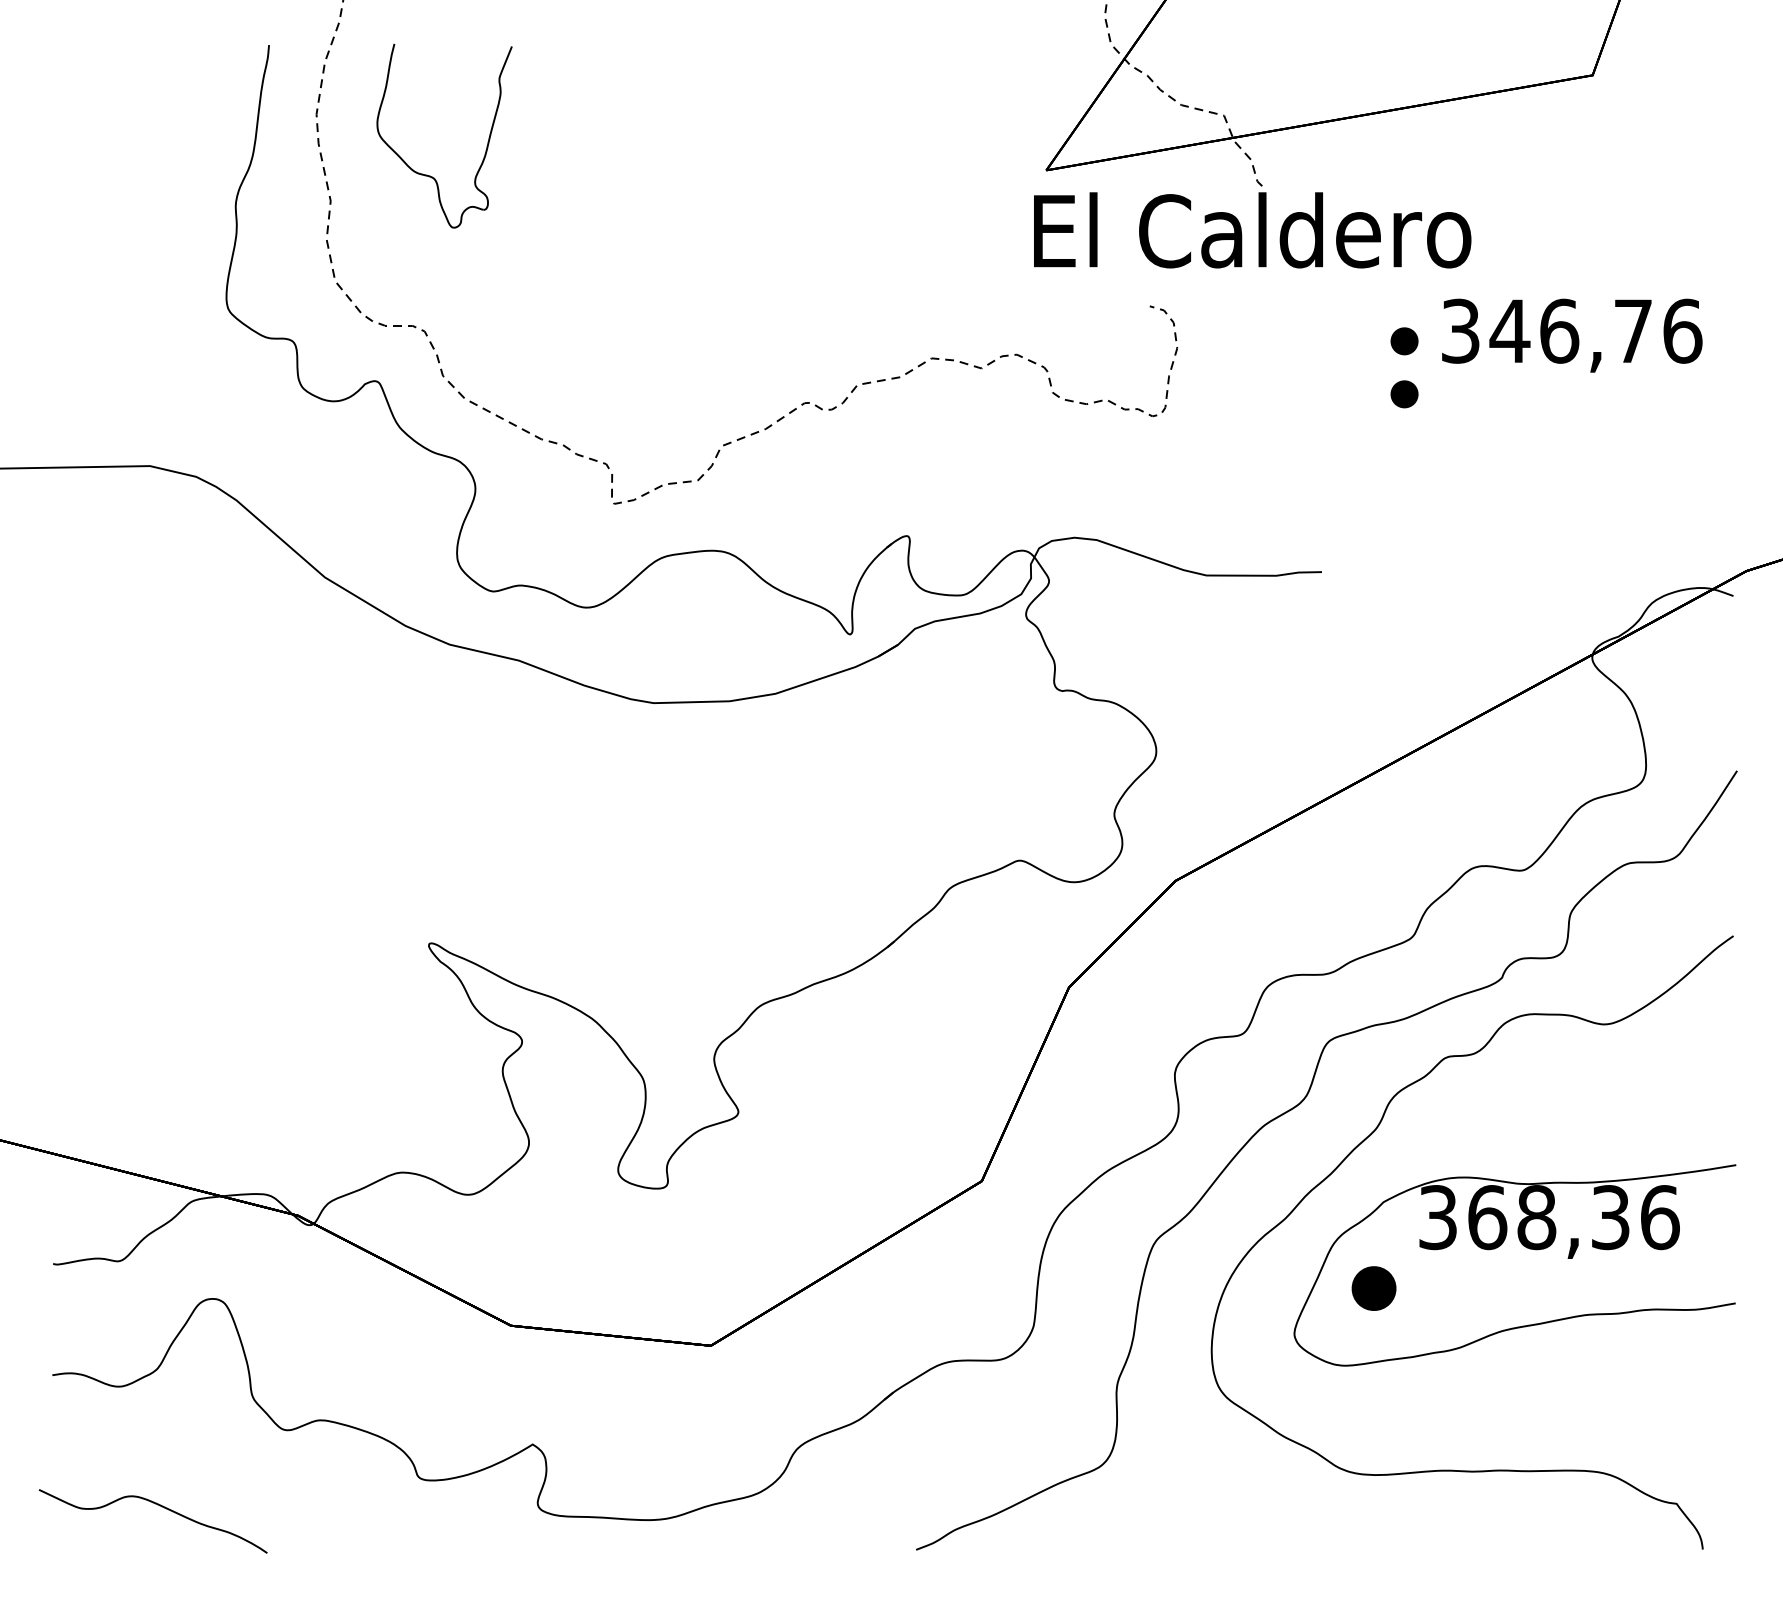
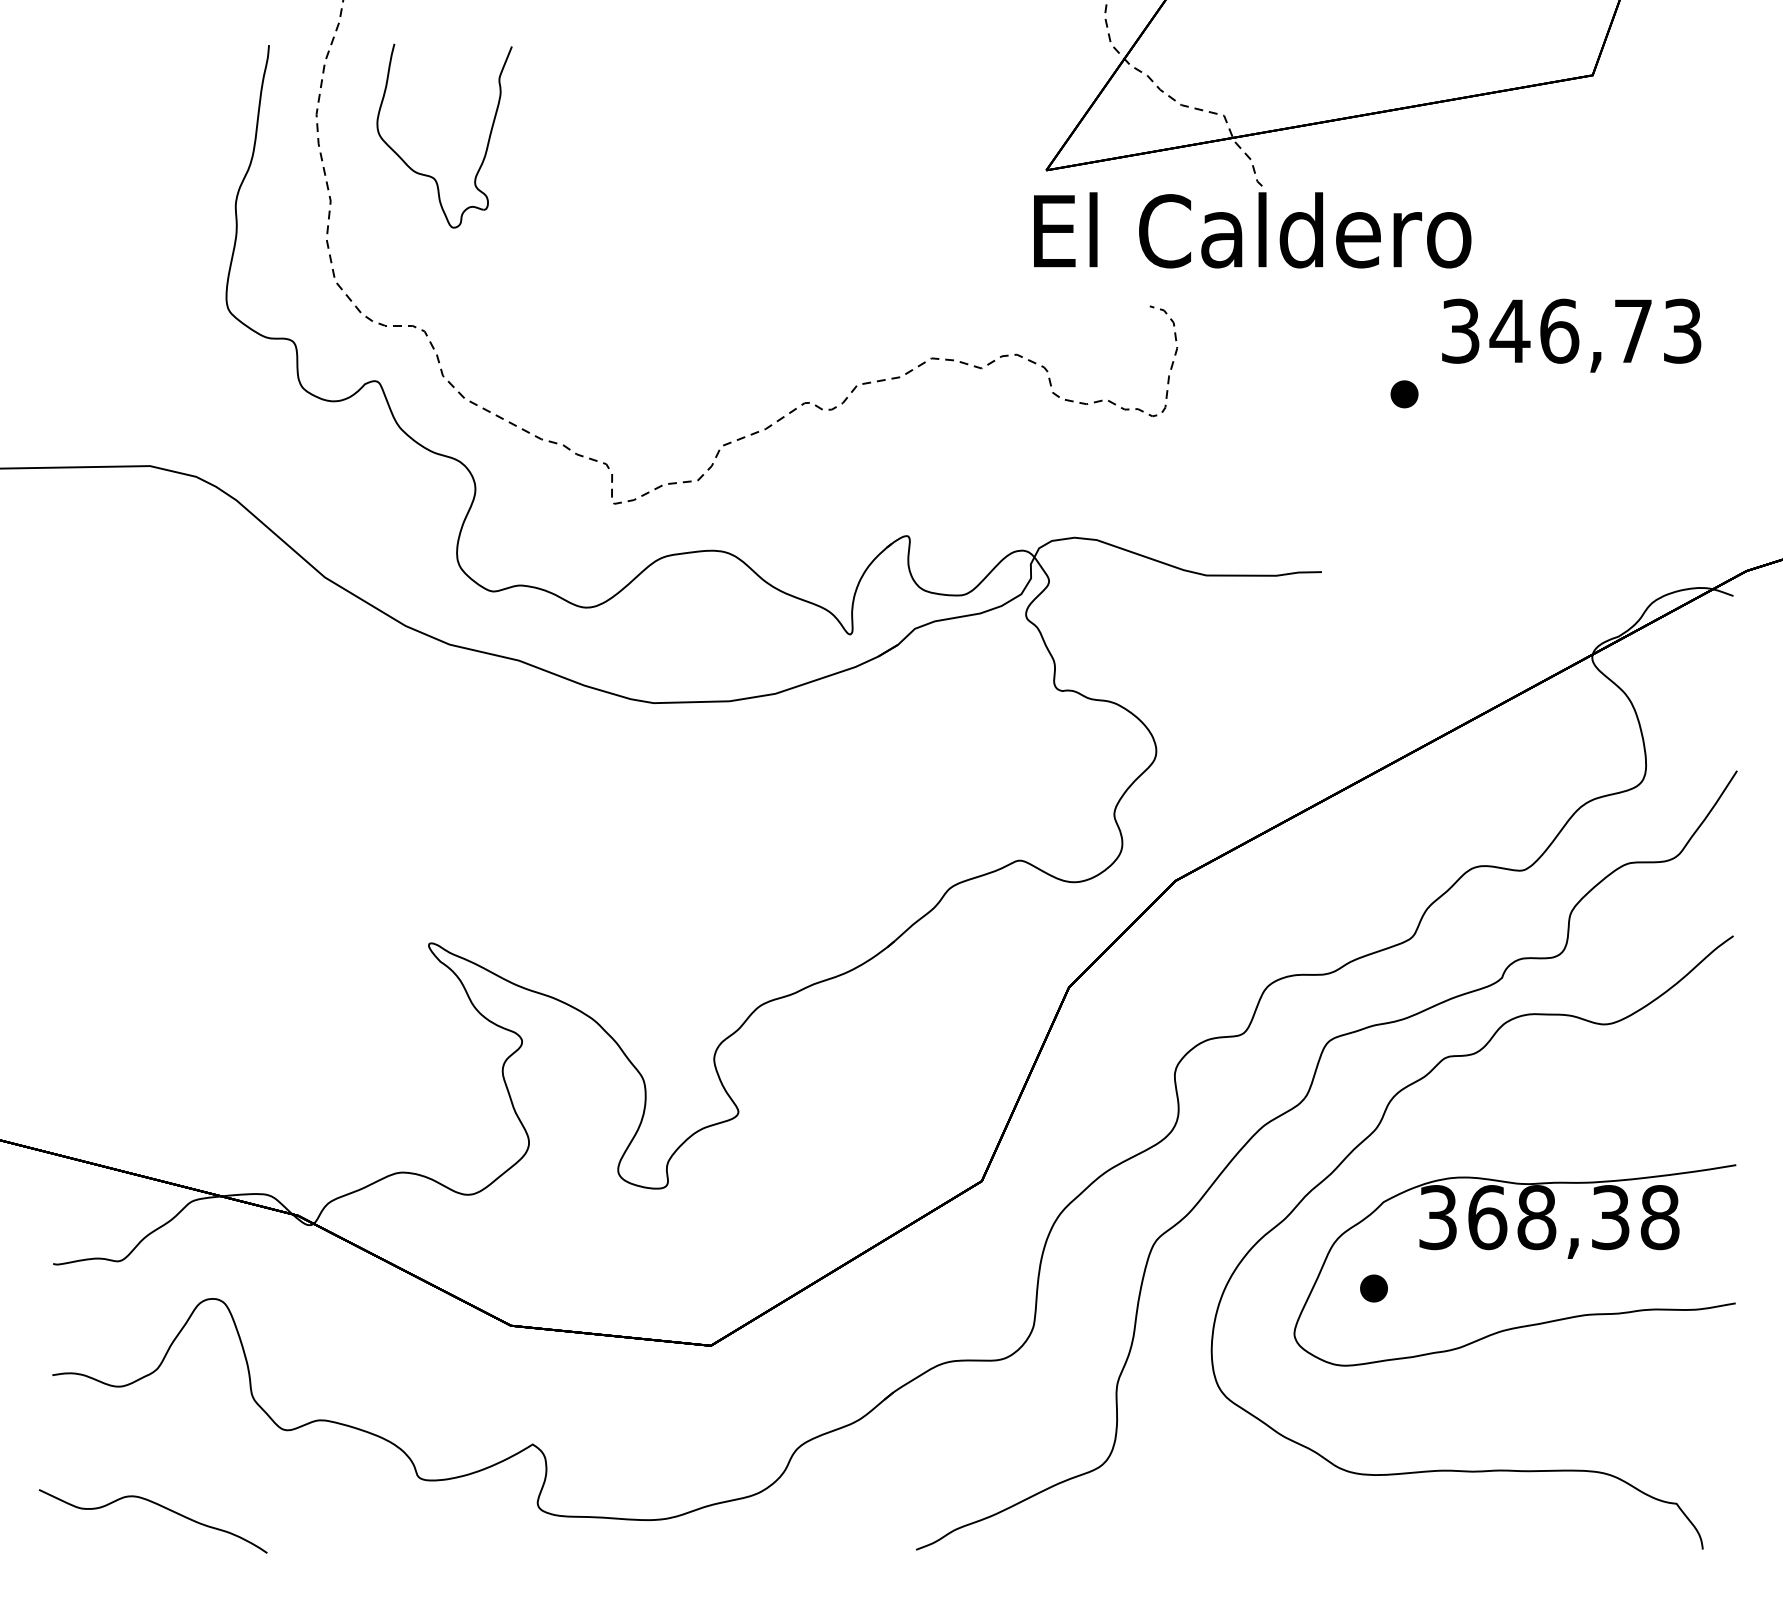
text at (1682, 330): 346,76 -> 346,73
part at (1404, 341): present -> none
text at (1659, 1217): 368,36 -> 368,38
part at (1373, 1288) size: 46x45 px -> 28x29 px
